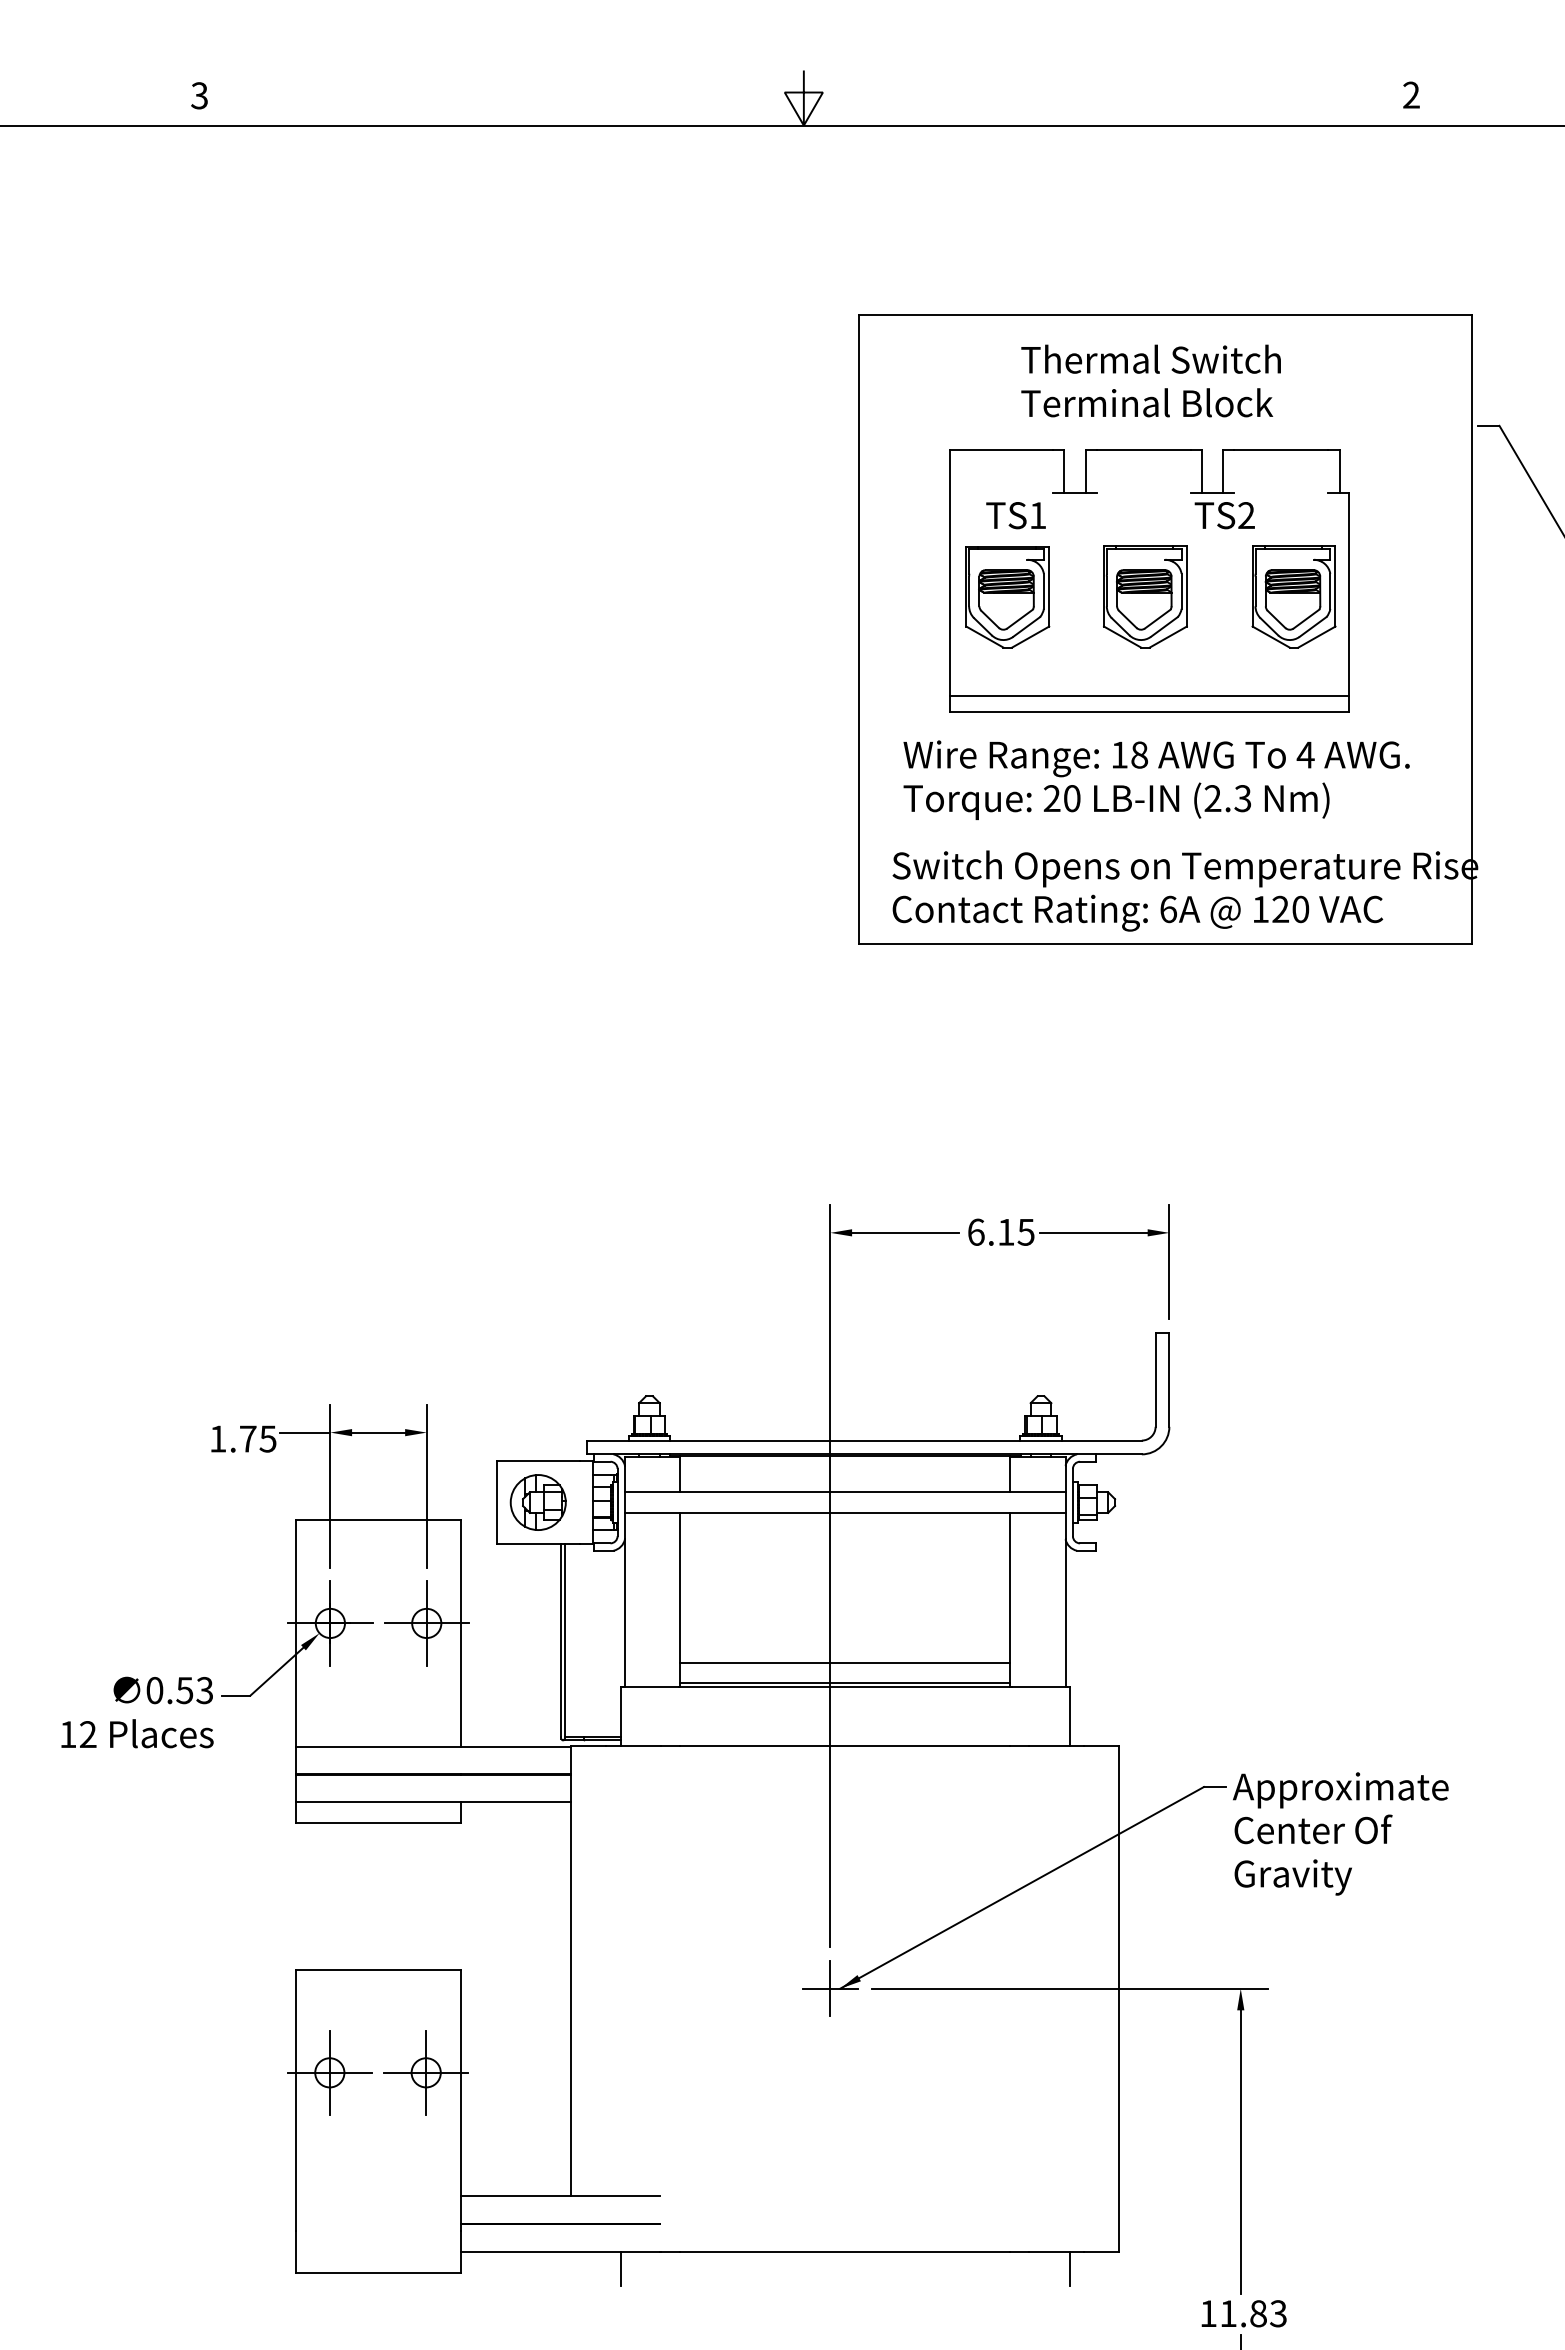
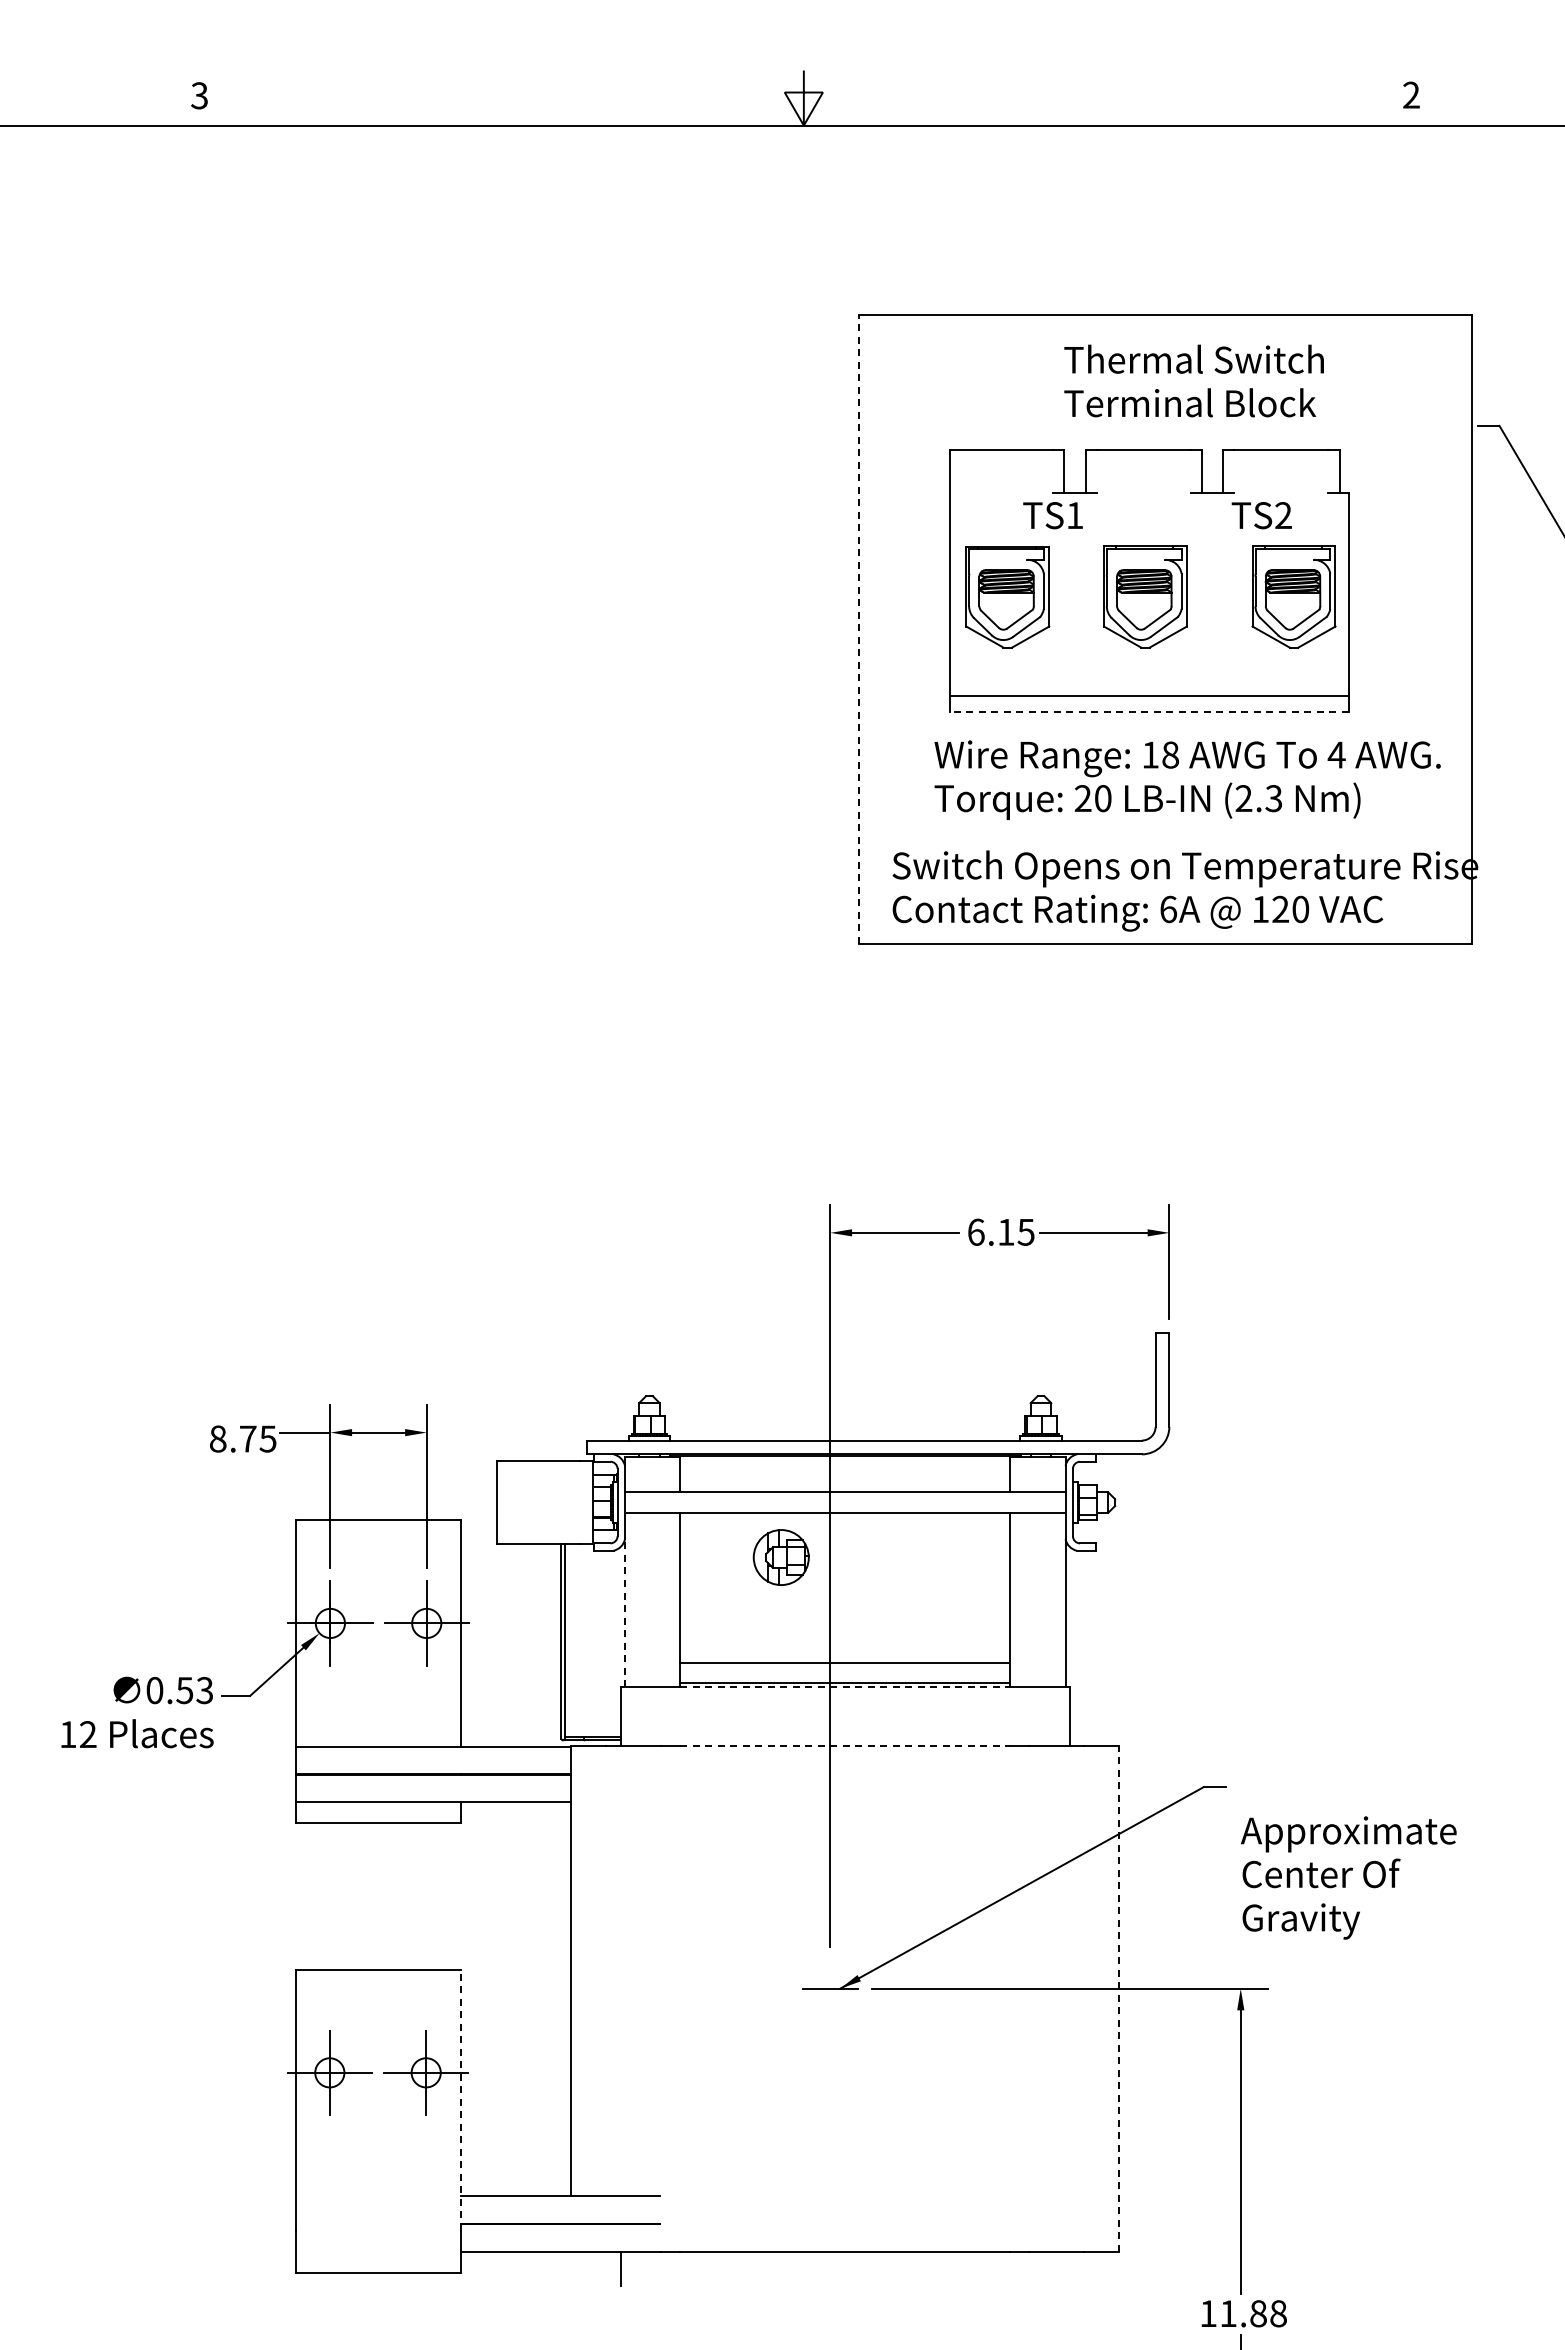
text at (1150, 380) position: (1150, 380) -> (1193, 380)
text at (1120, 515) position: (1120, 515) -> (1157, 515)
line at (858, 629): solid -> dashed
line at (1148, 711): solid -> dashed
text at (1156, 779) position: (1156, 779) -> (1187, 779)
text at (218, 1438): 1.75 -> 8.75
part at (537, 1502) position: (537, 1502) -> (780, 1557)
line at (624, 1613): solid -> dashed
line at (845, 1687): solid -> dashed
line at (845, 1746): solid -> dashed
text at (1340, 1833) position: (1340, 1833) -> (1348, 1877)
line at (830, 1988): present -> none
line at (1119, 1999): solid -> dashed
line at (460, 2100): solid -> dashed
line at (1069, 2268): present -> none
text at (1278, 2313): 11.83 -> 11.88
